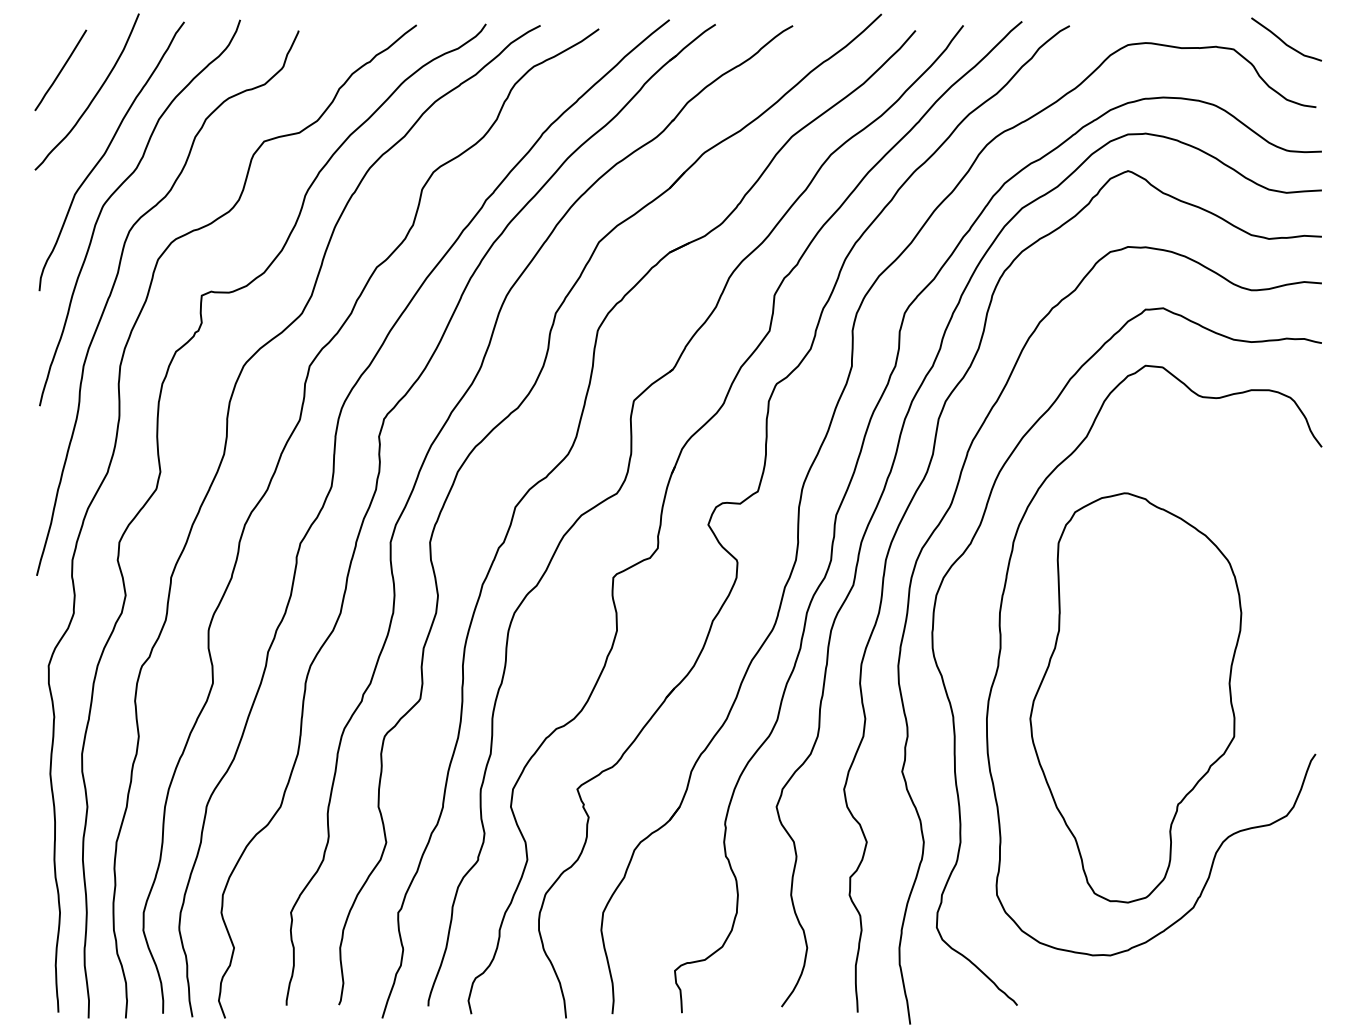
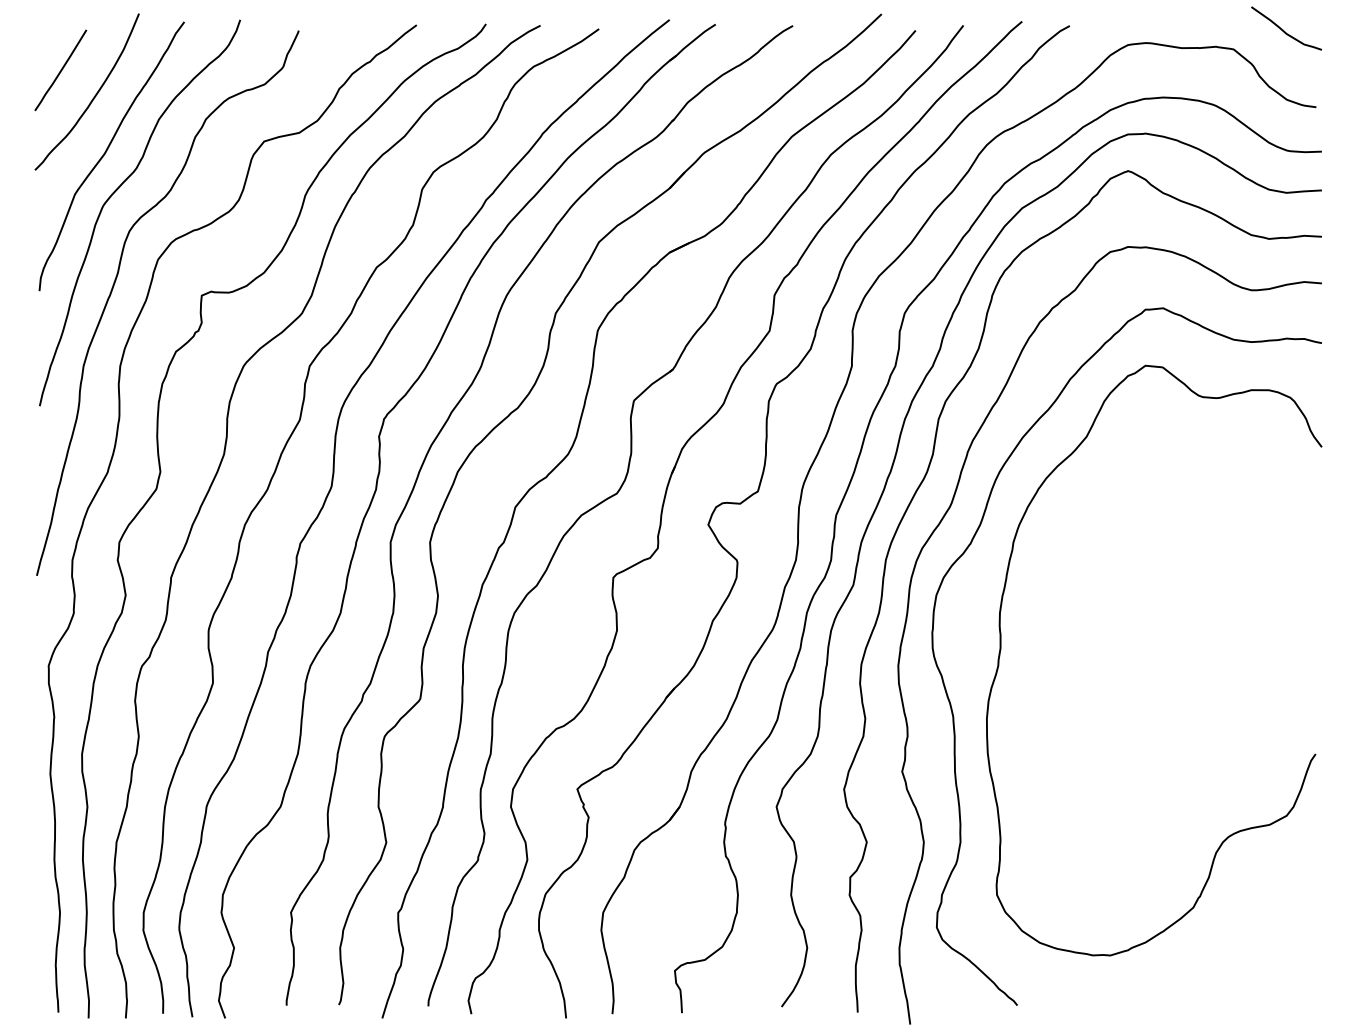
curve at (1284, 41) position: (1284, 41) -> (1284, 30)
part at (1135, 697): present -> none
